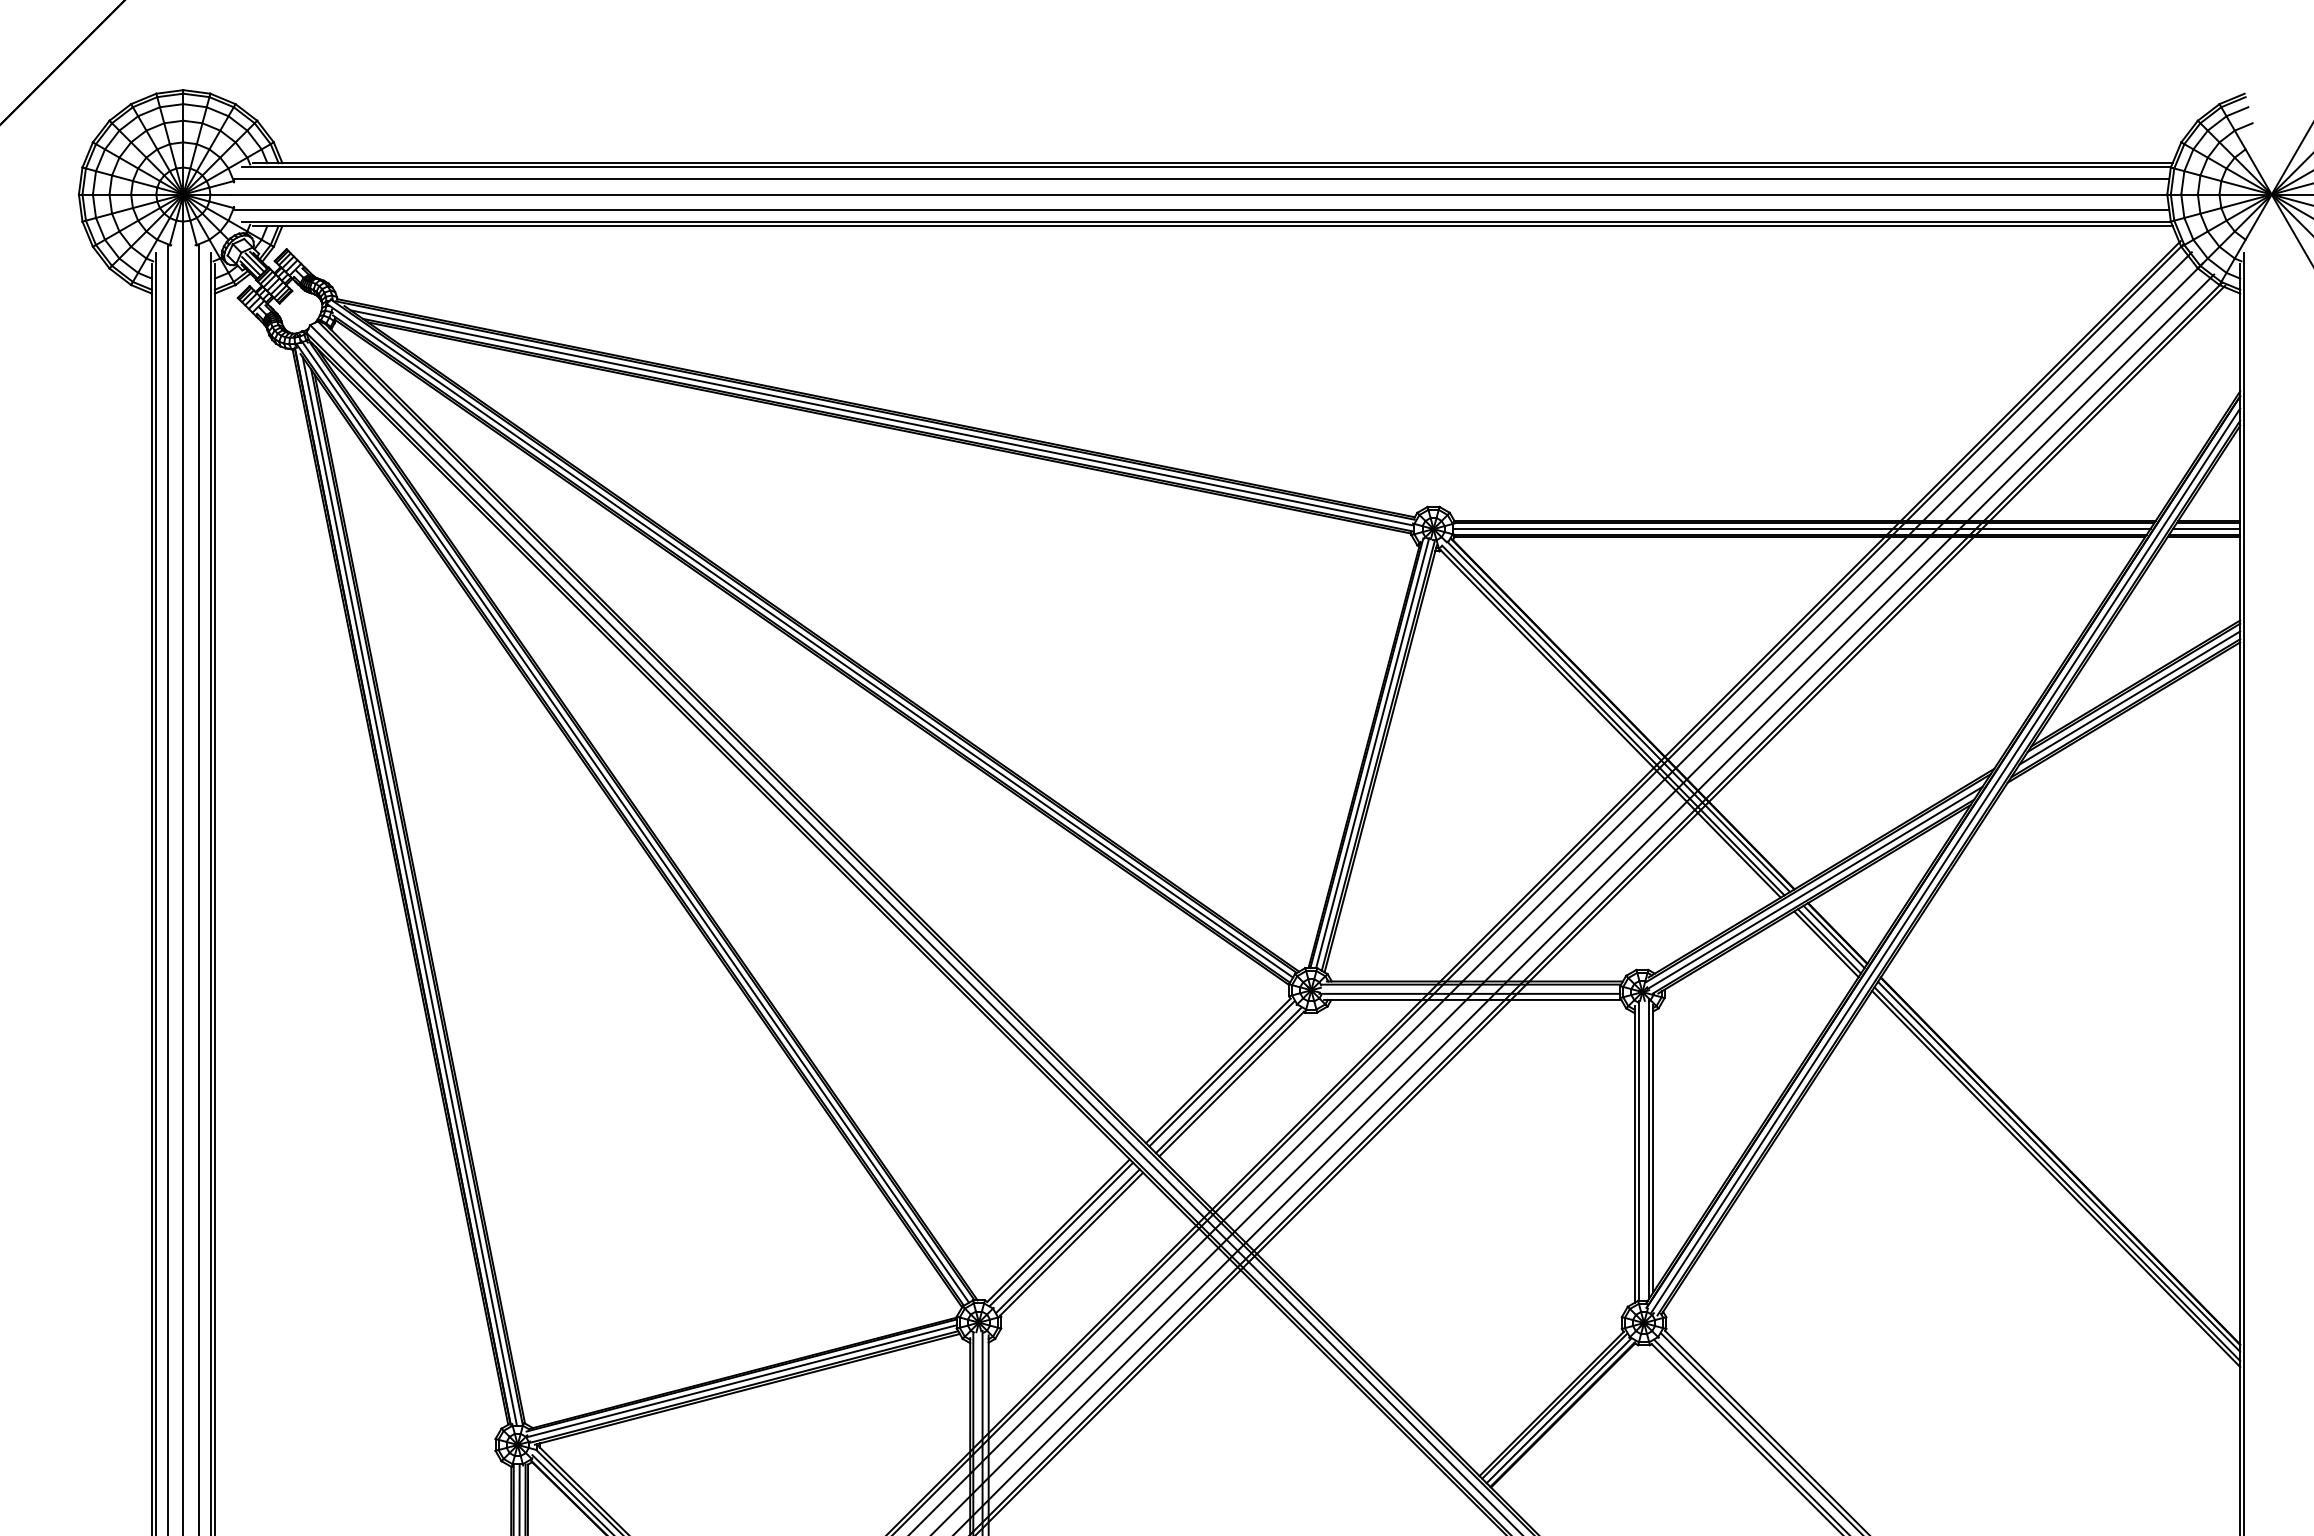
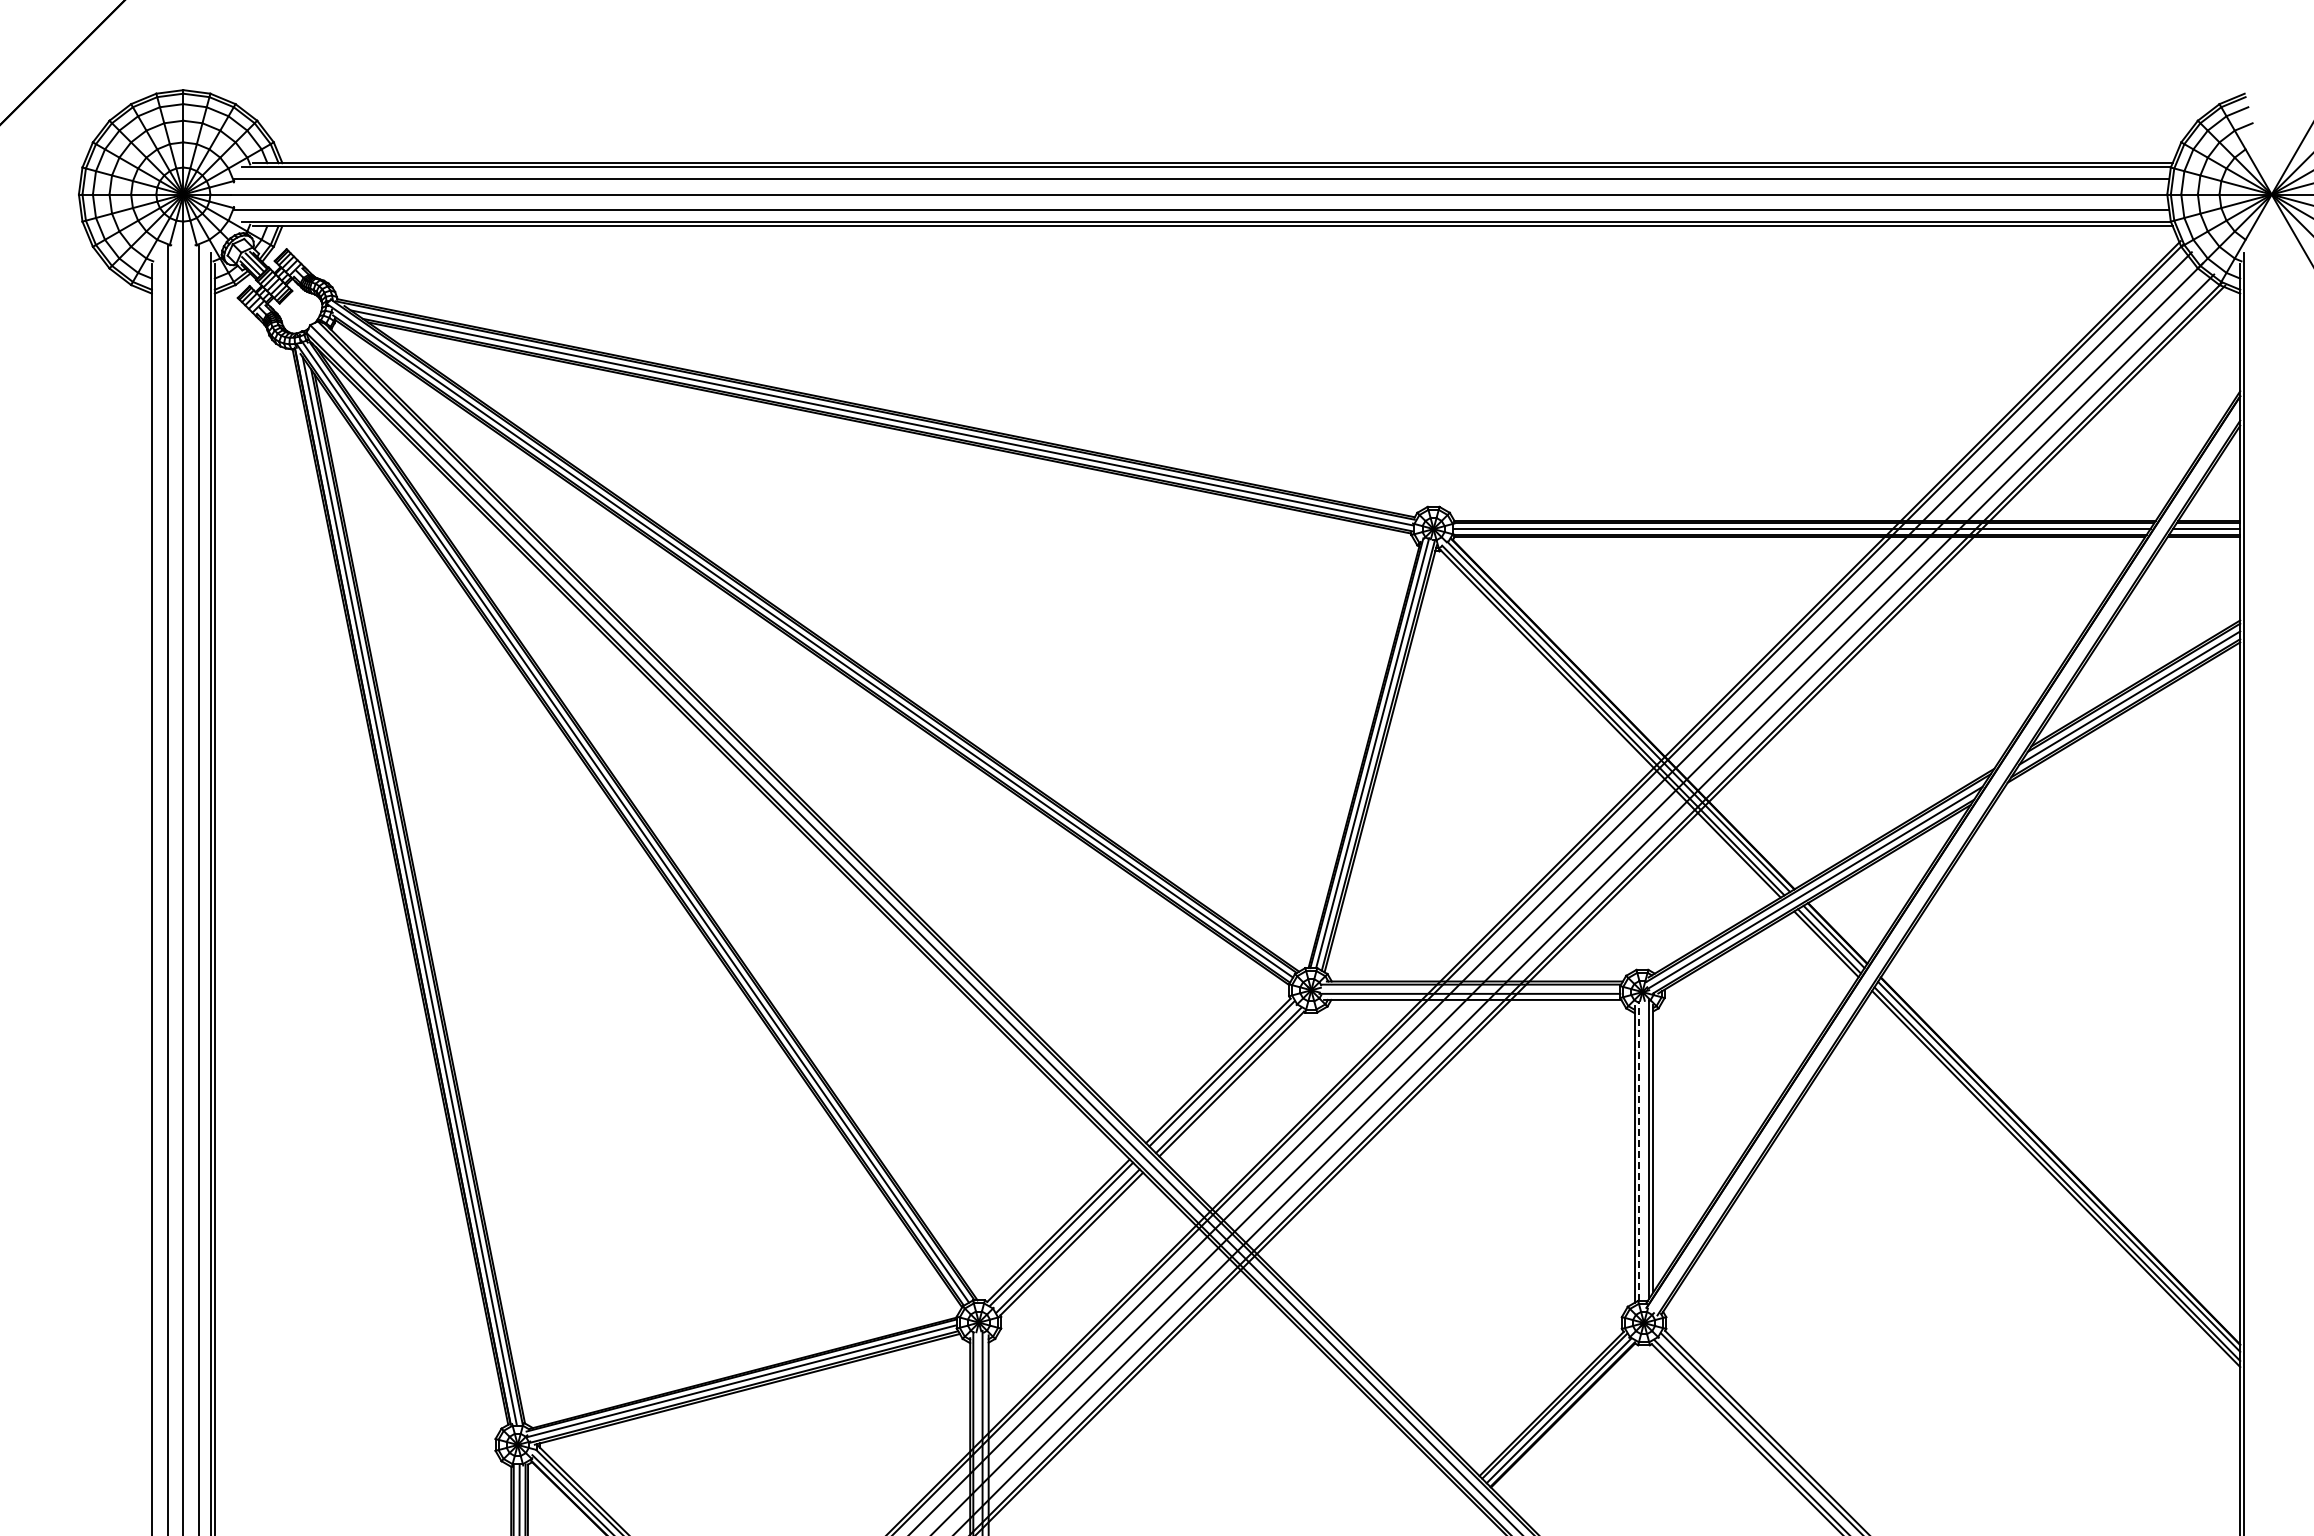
line at (1945, 860): present -> none
line at (156, 892): present -> none
line at (1639, 1150): solid -> dashed
